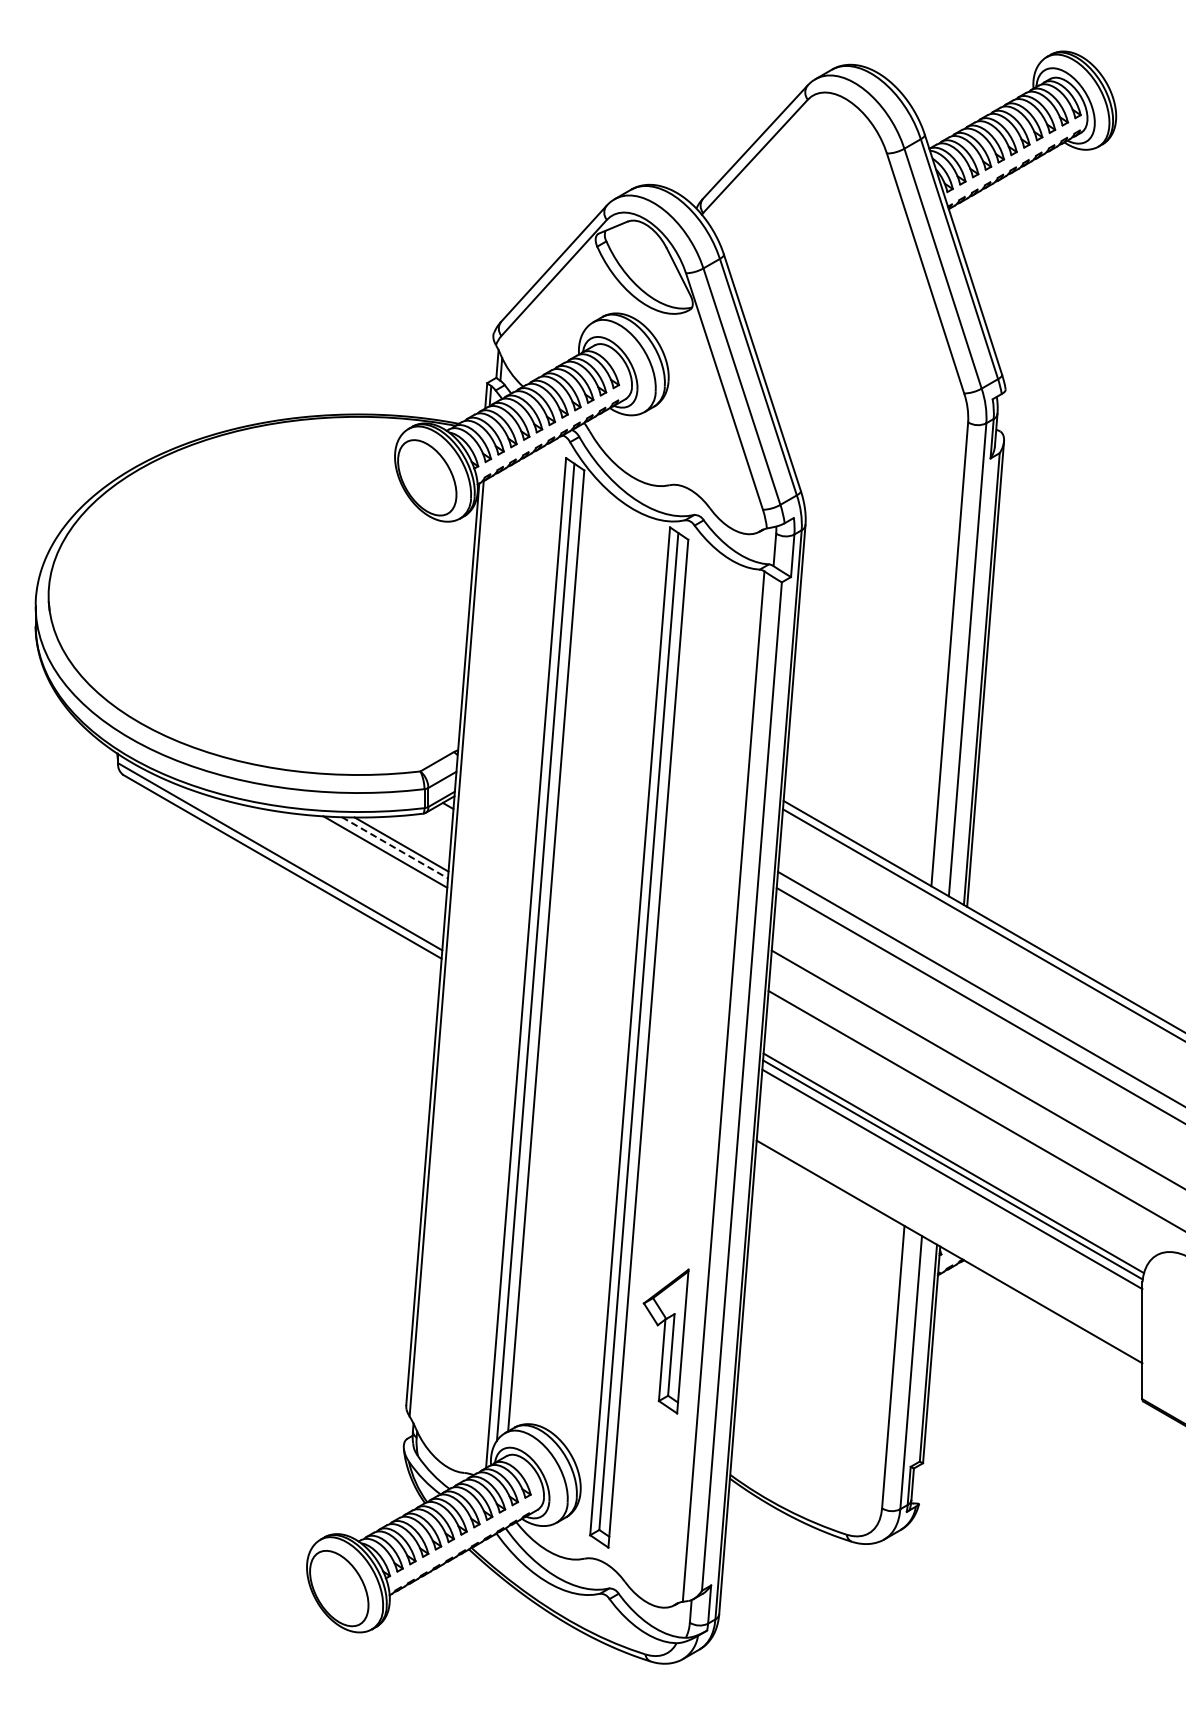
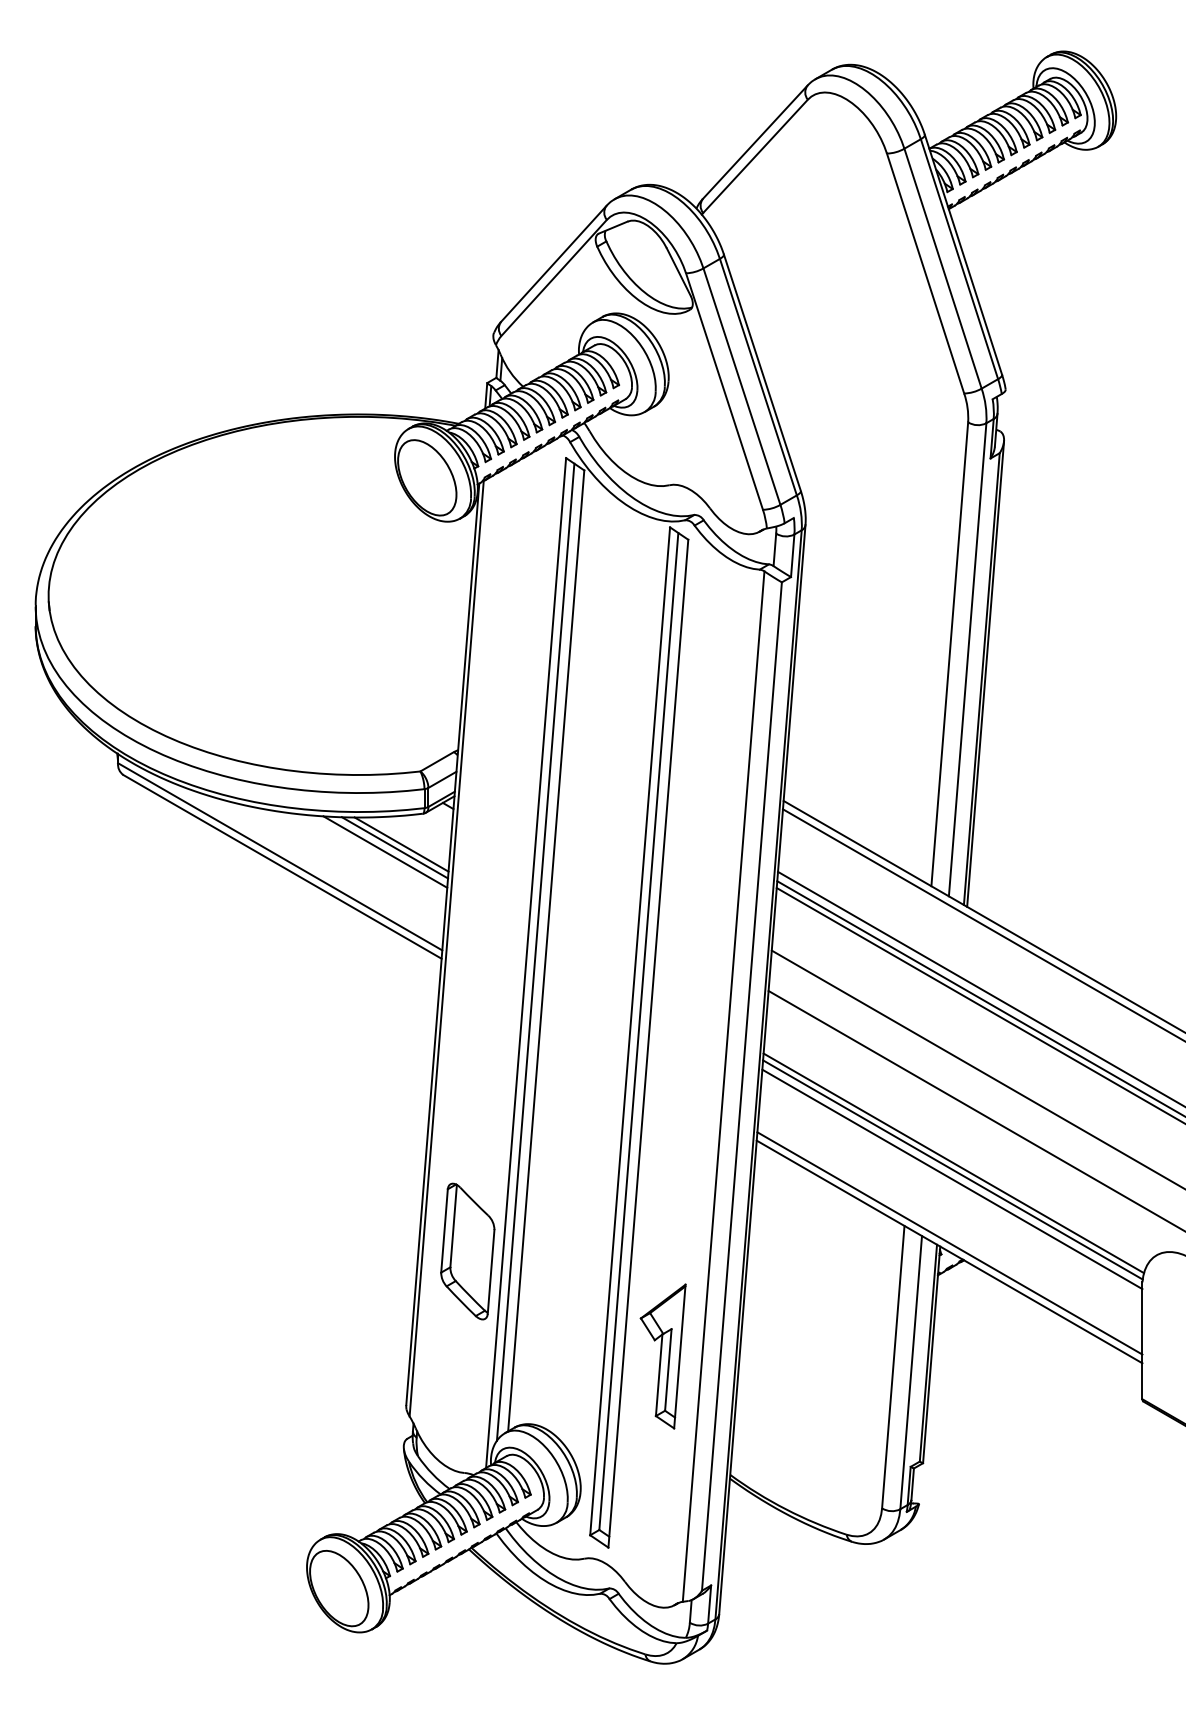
line at (395, 848): dashed -> solid
line at (979, 998): none -> present
line at (949, 1243): none -> present
part at (467, 1251): none -> present
part at (665, 1341) position: (665, 1341) -> (662, 1356)
